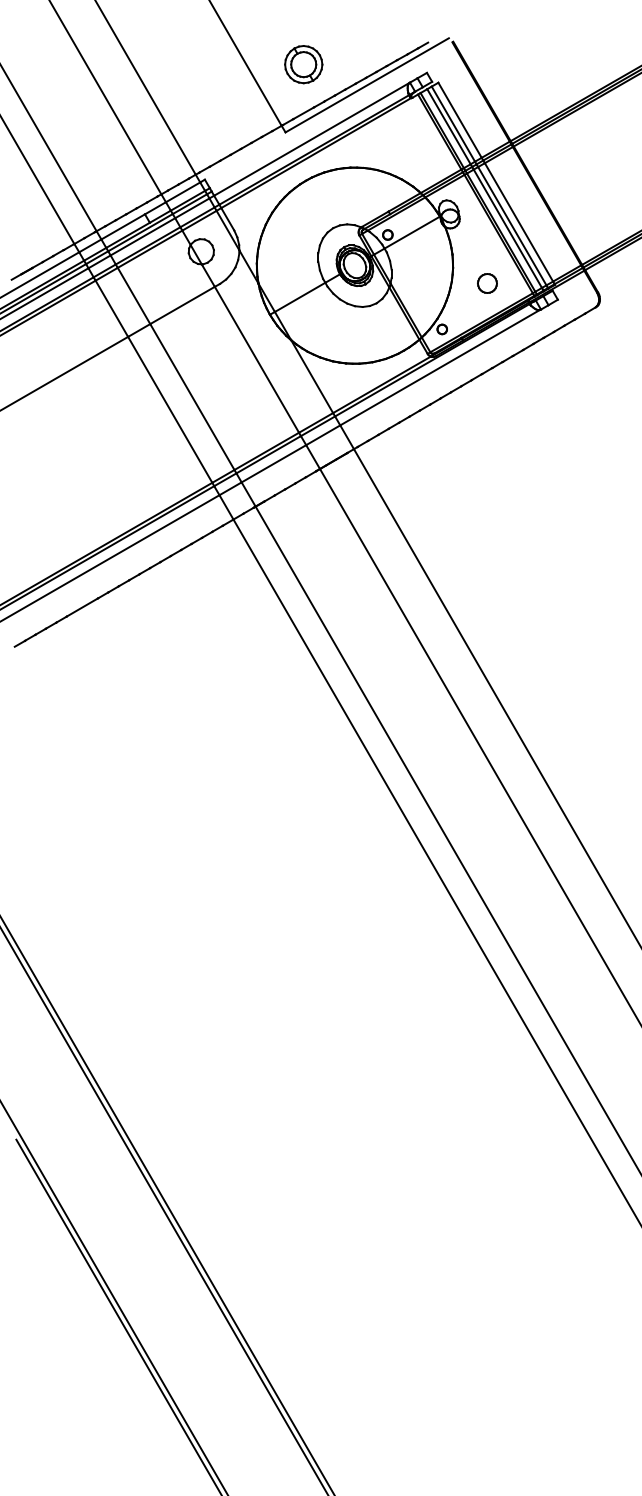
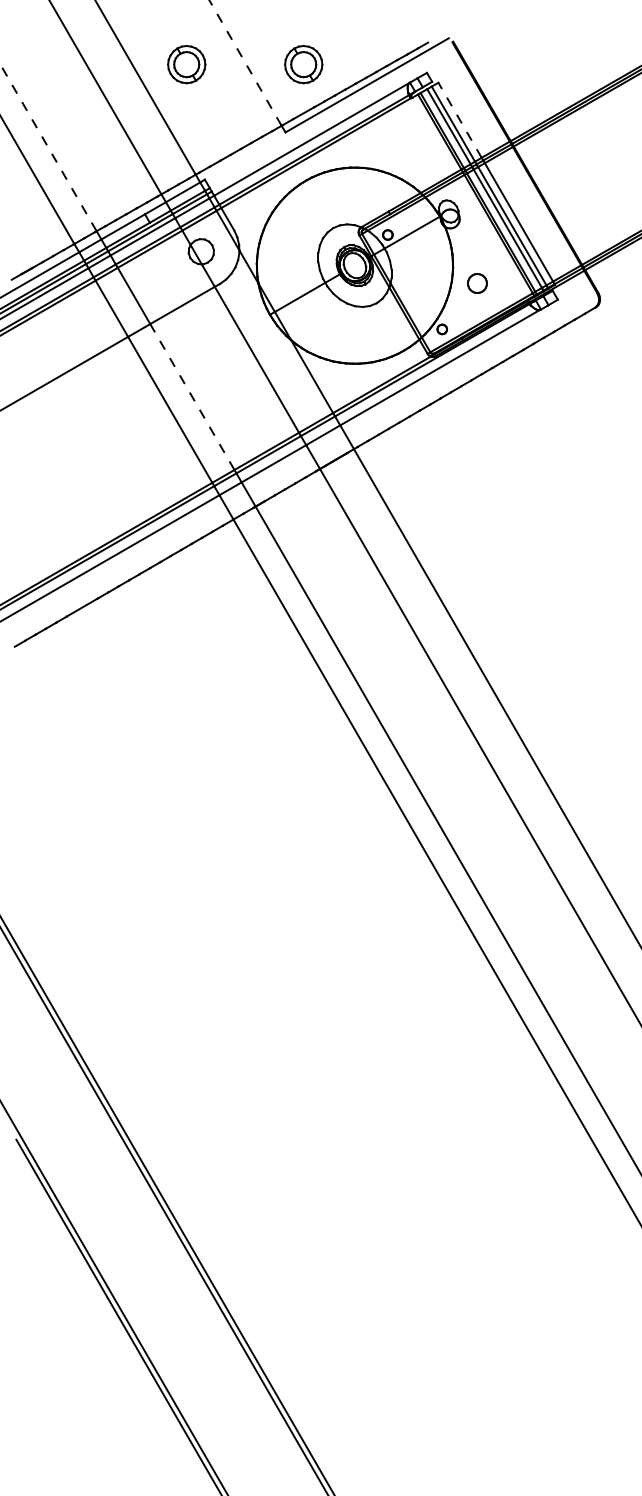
line at (245, 62): solid -> dashed
part at (186, 64): none -> present
line at (459, 119): solid -> dashed
line at (48, 147): solid -> dashed
part at (487, 283) position: (487, 283) -> (477, 283)
line at (192, 396): solid -> dashed
